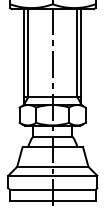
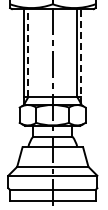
line at (28, 52): solid -> dashed
line at (81, 57): solid -> dashed
